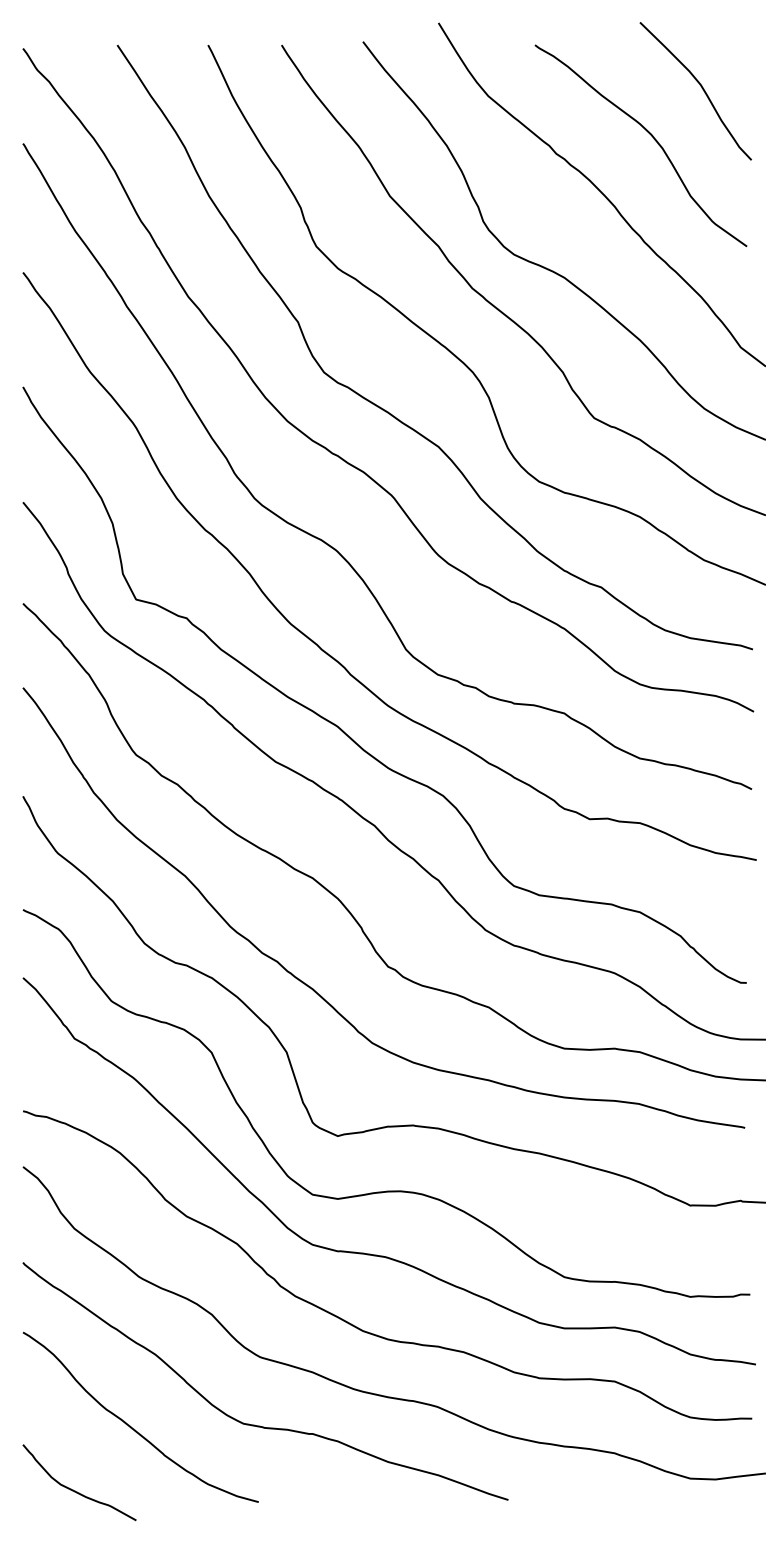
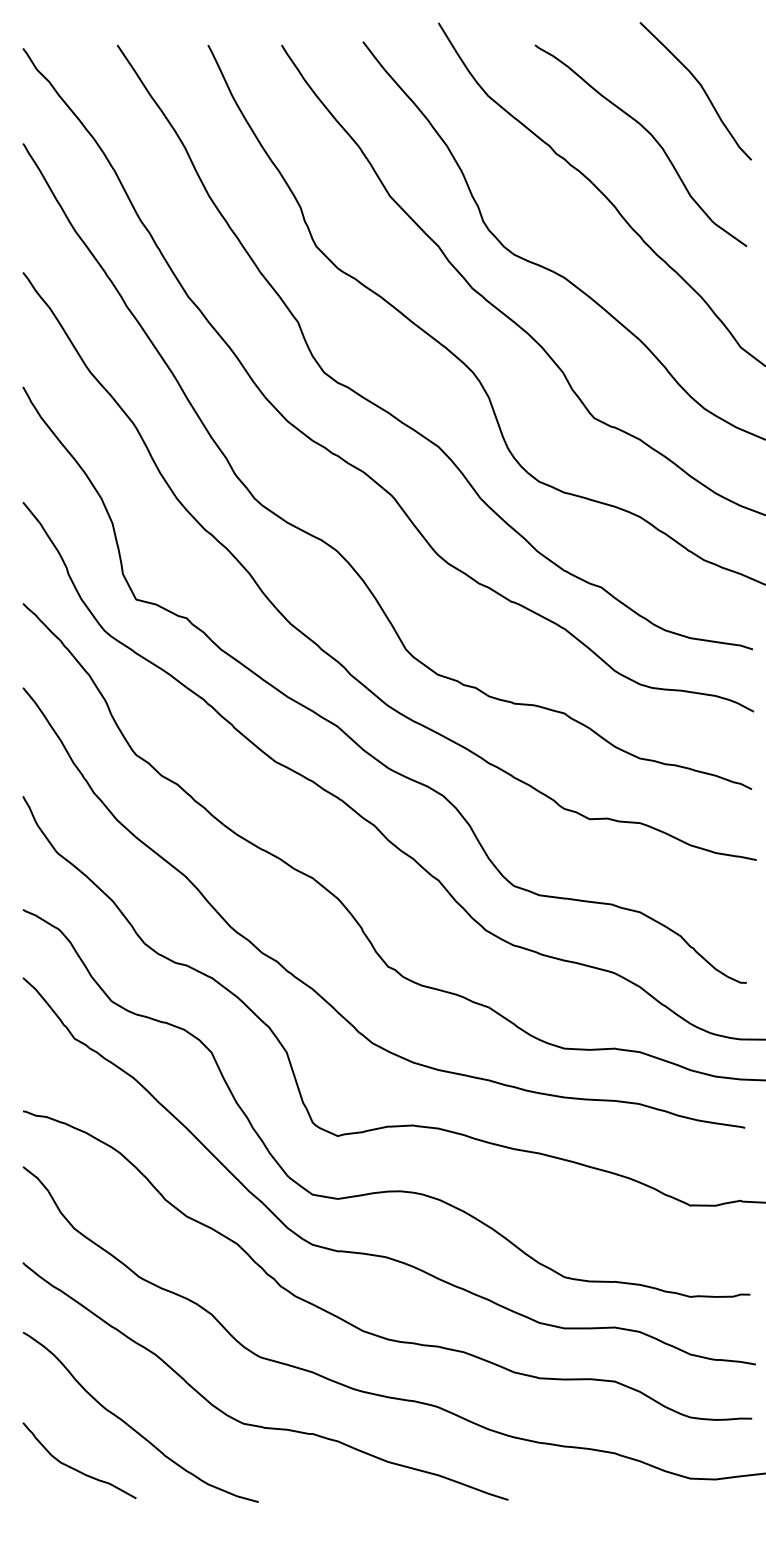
curve at (75, 1490) position: (75, 1490) -> (75, 1468)
